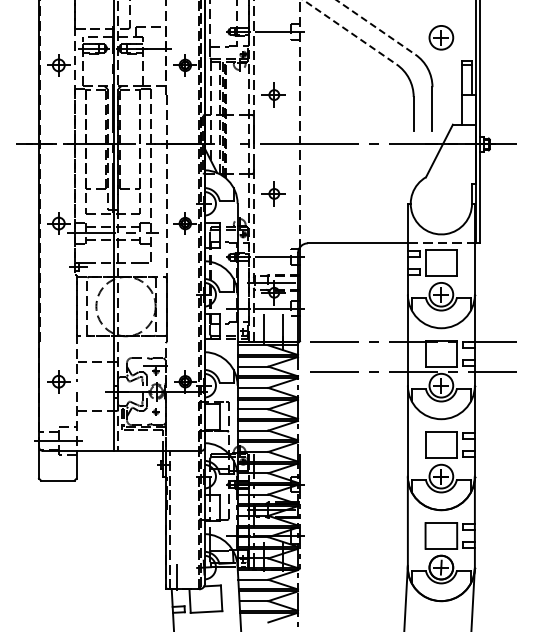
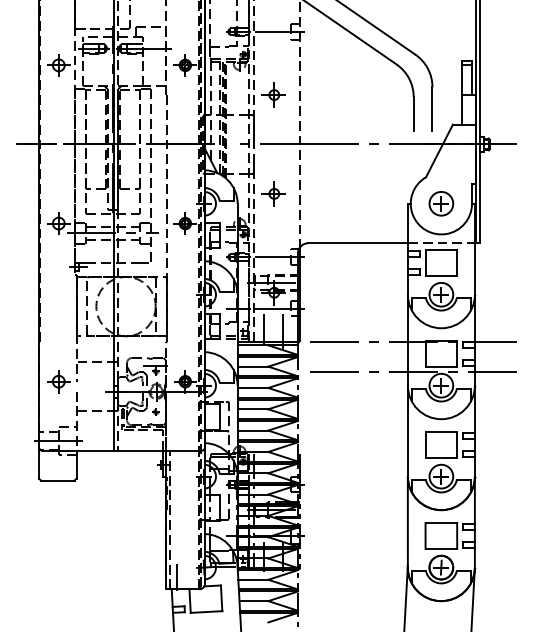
line at (375, 27): dashed -> solid
line at (350, 32): dashed -> solid
part at (441, 37) position: (441, 37) -> (441, 203)
